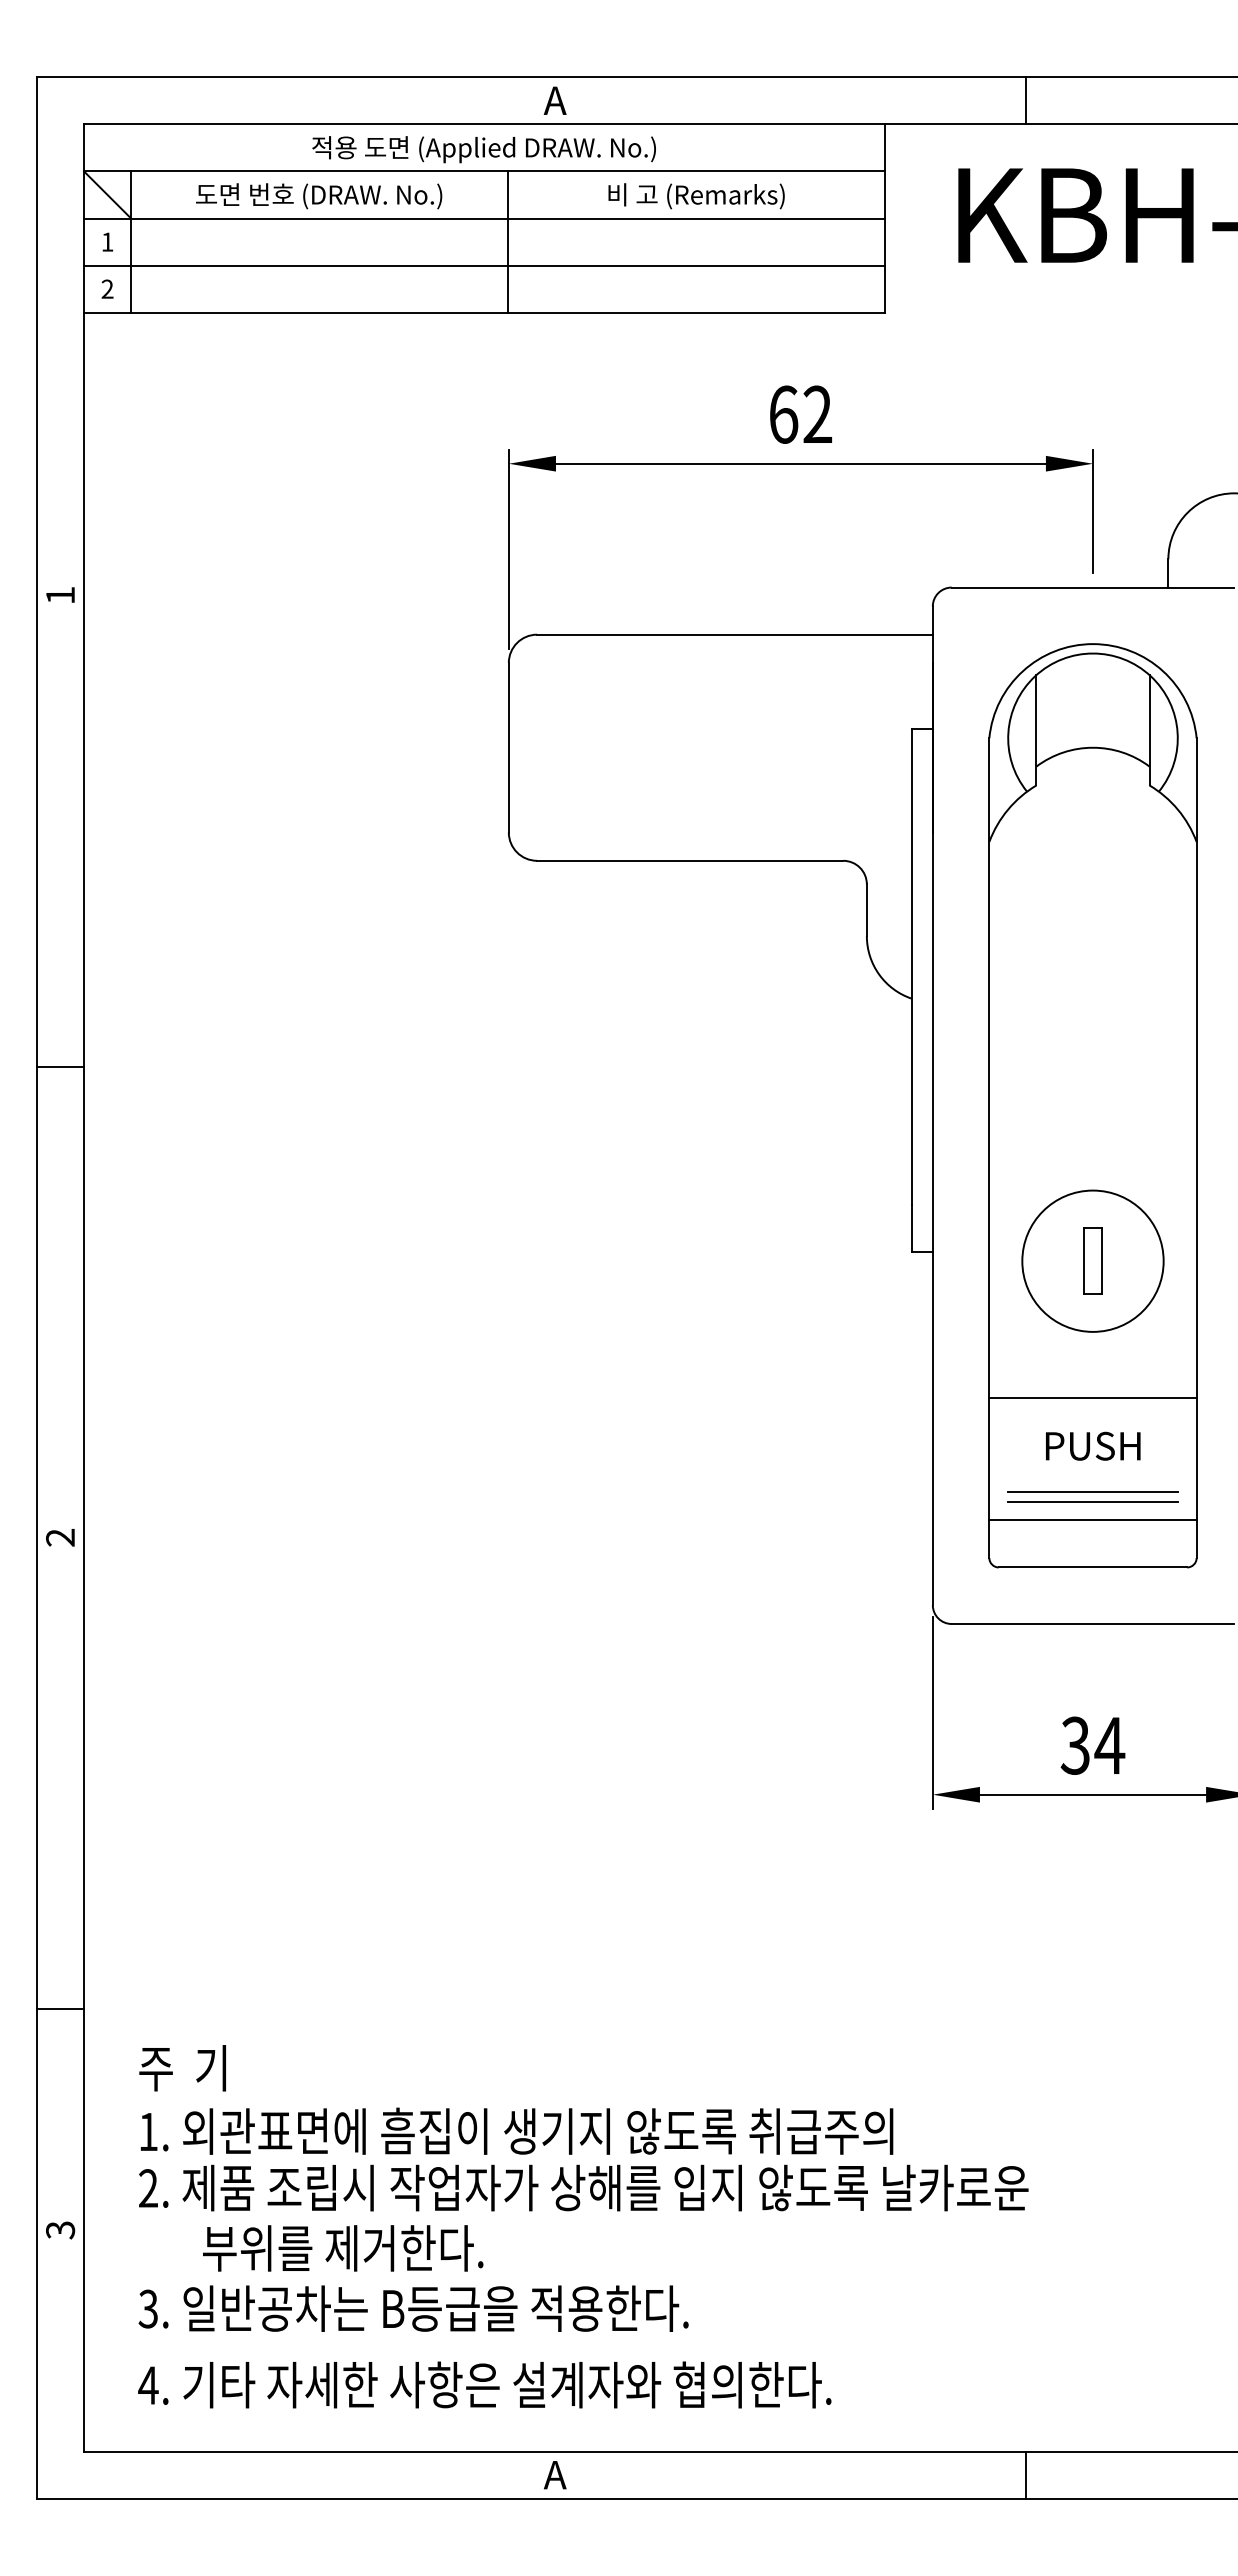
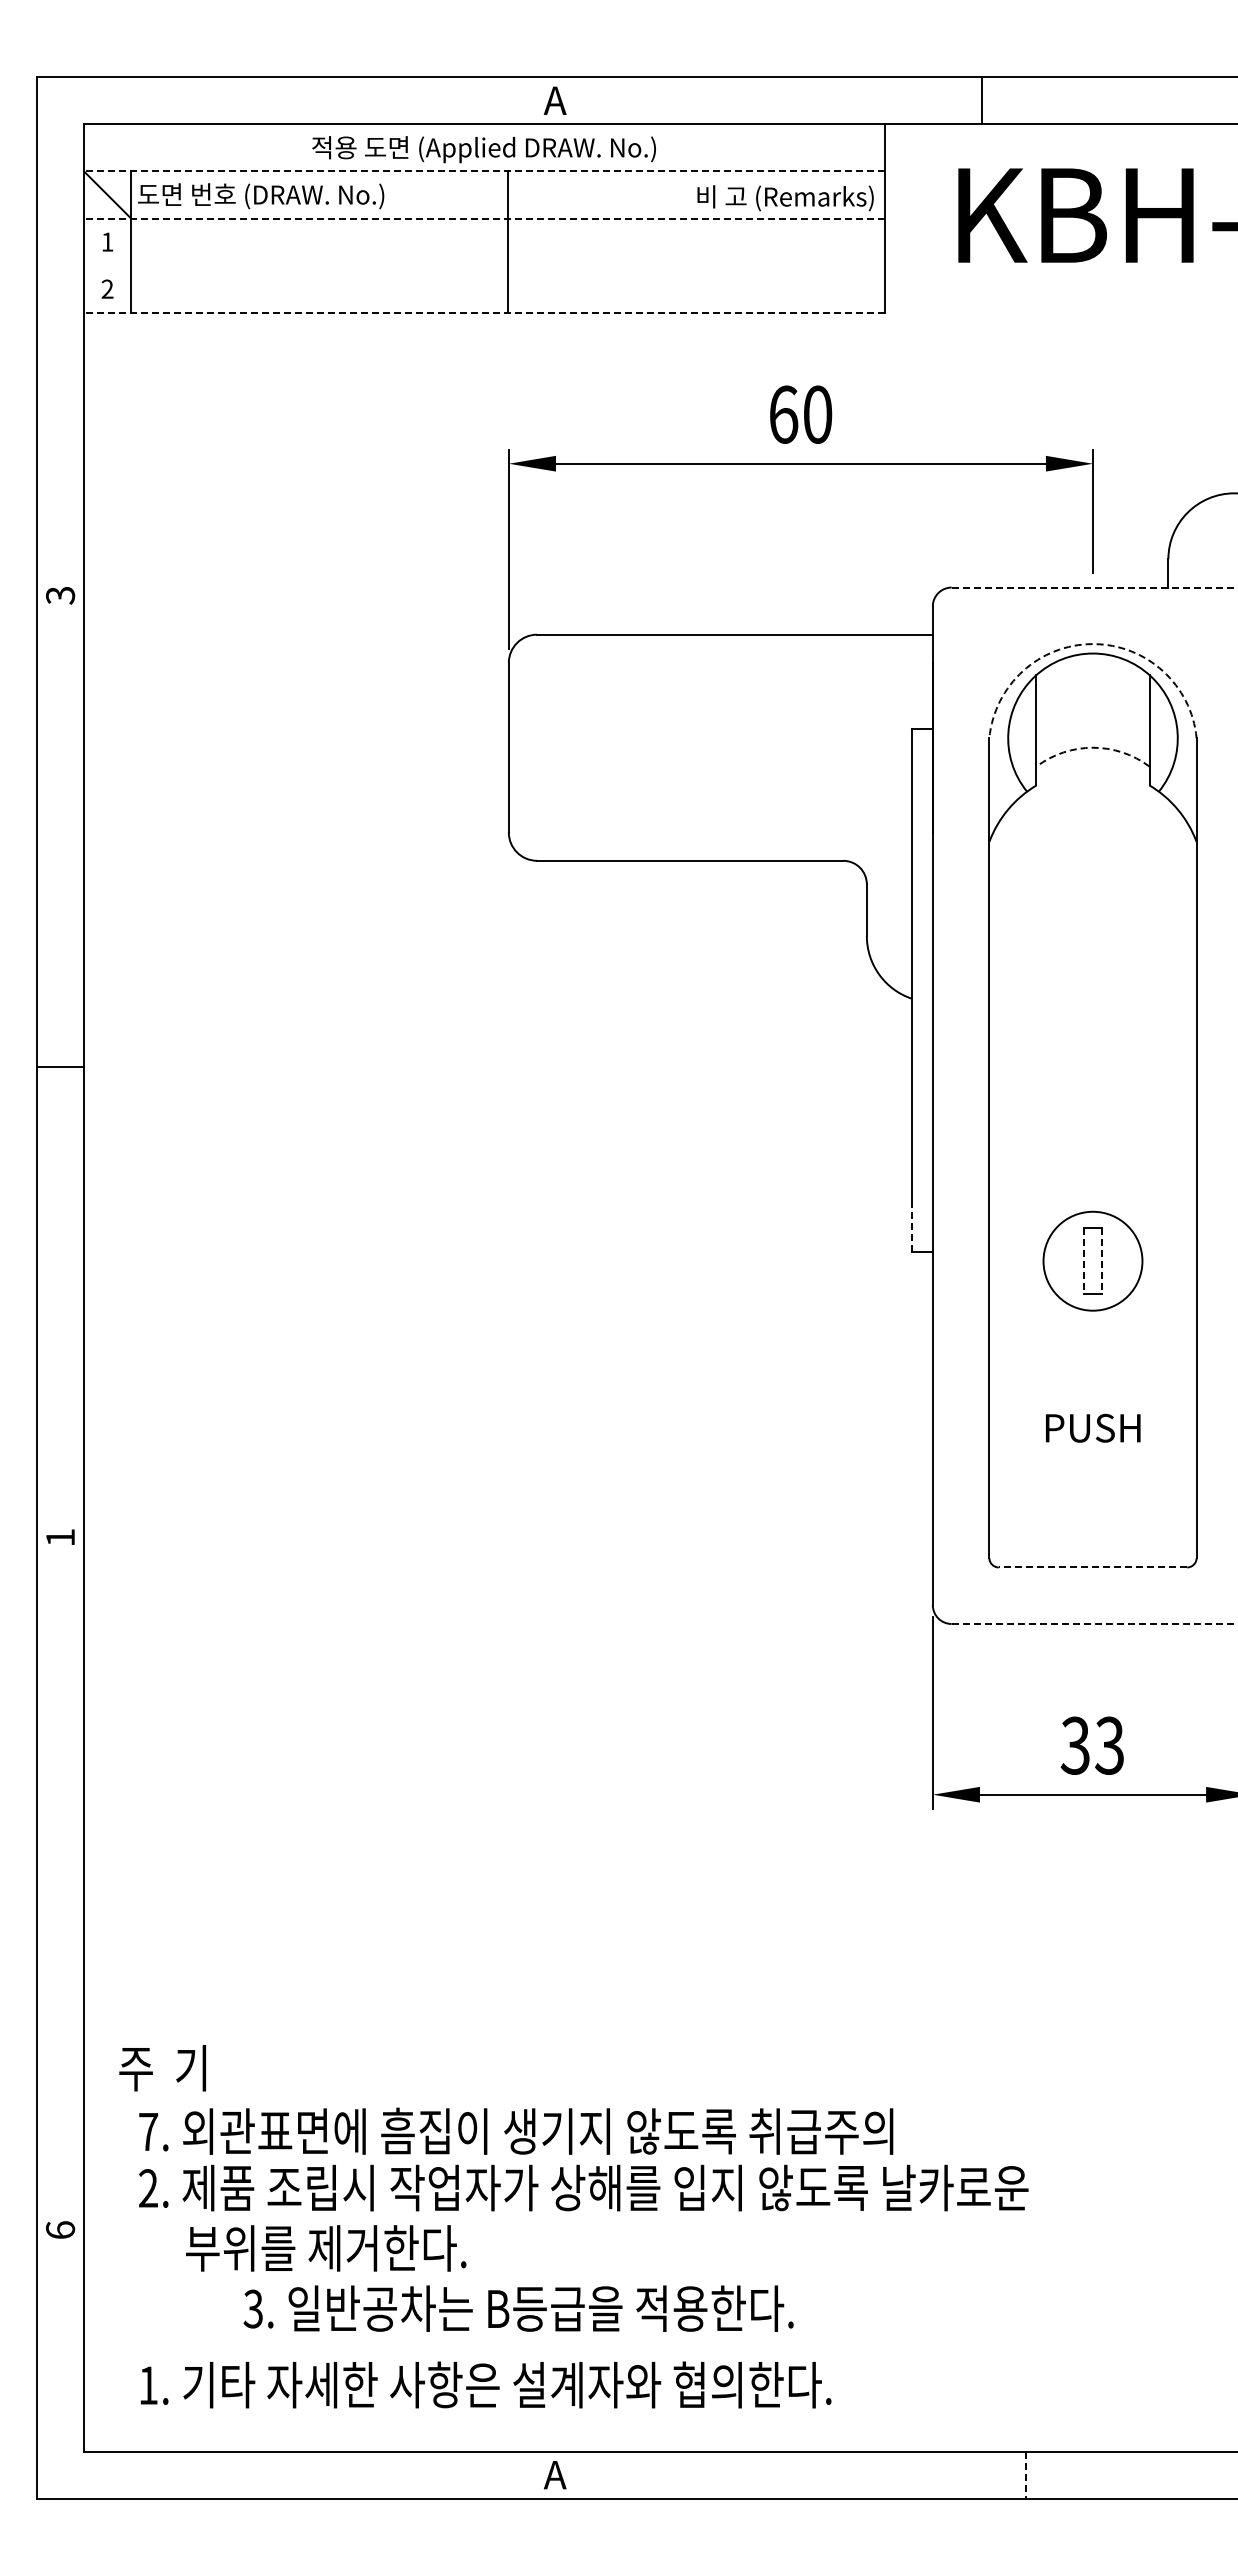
line at (1026, 100) position: (1026, 100) -> (982, 100)
line at (484, 171): solid -> dashed
text at (319, 196) position: (319, 196) -> (261, 196)
text at (696, 196) position: (696, 196) -> (785, 198)
line at (484, 218): solid -> dashed
line at (484, 265): present -> none
line at (484, 312): solid -> dashed
text at (817, 414): 62 -> 60
line at (1093, 587): solid -> dashed
text at (60, 595): 1 -> 3
arc at (1092, 644): solid -> dashed
arc at (1092, 747): solid -> dashed
line at (911, 1228): solid -> dashed
circle at (1092, 1260) diameter: 141 px -> 99 px
line at (1083, 1261): solid -> dashed
line at (1102, 1261): solid -> dashed
line at (1092, 1397): present -> none
text at (1093, 1445) position: (1093, 1445) -> (1093, 1427)
line at (1092, 1492): present -> none
line at (1092, 1501): present -> none
line at (1092, 1520): present -> none
text at (60, 1537): 2 -> 1
line at (1092, 1567): solid -> dashed
line at (1092, 1623): solid -> dashed
text at (1109, 1745): 34 -> 33
line at (60, 2008): present -> none
text at (182, 2068) position: (182, 2068) -> (162, 2068)
text at (148, 2131): 1. -> 7.
text at (60, 2230): 3 -> 6
text at (343, 2248) position: (343, 2248) -> (326, 2248)
text at (413, 2308) position: (413, 2308) -> (518, 2308)
text at (148, 2385): 4. -> 1.
line at (1026, 2475): solid -> dashed
